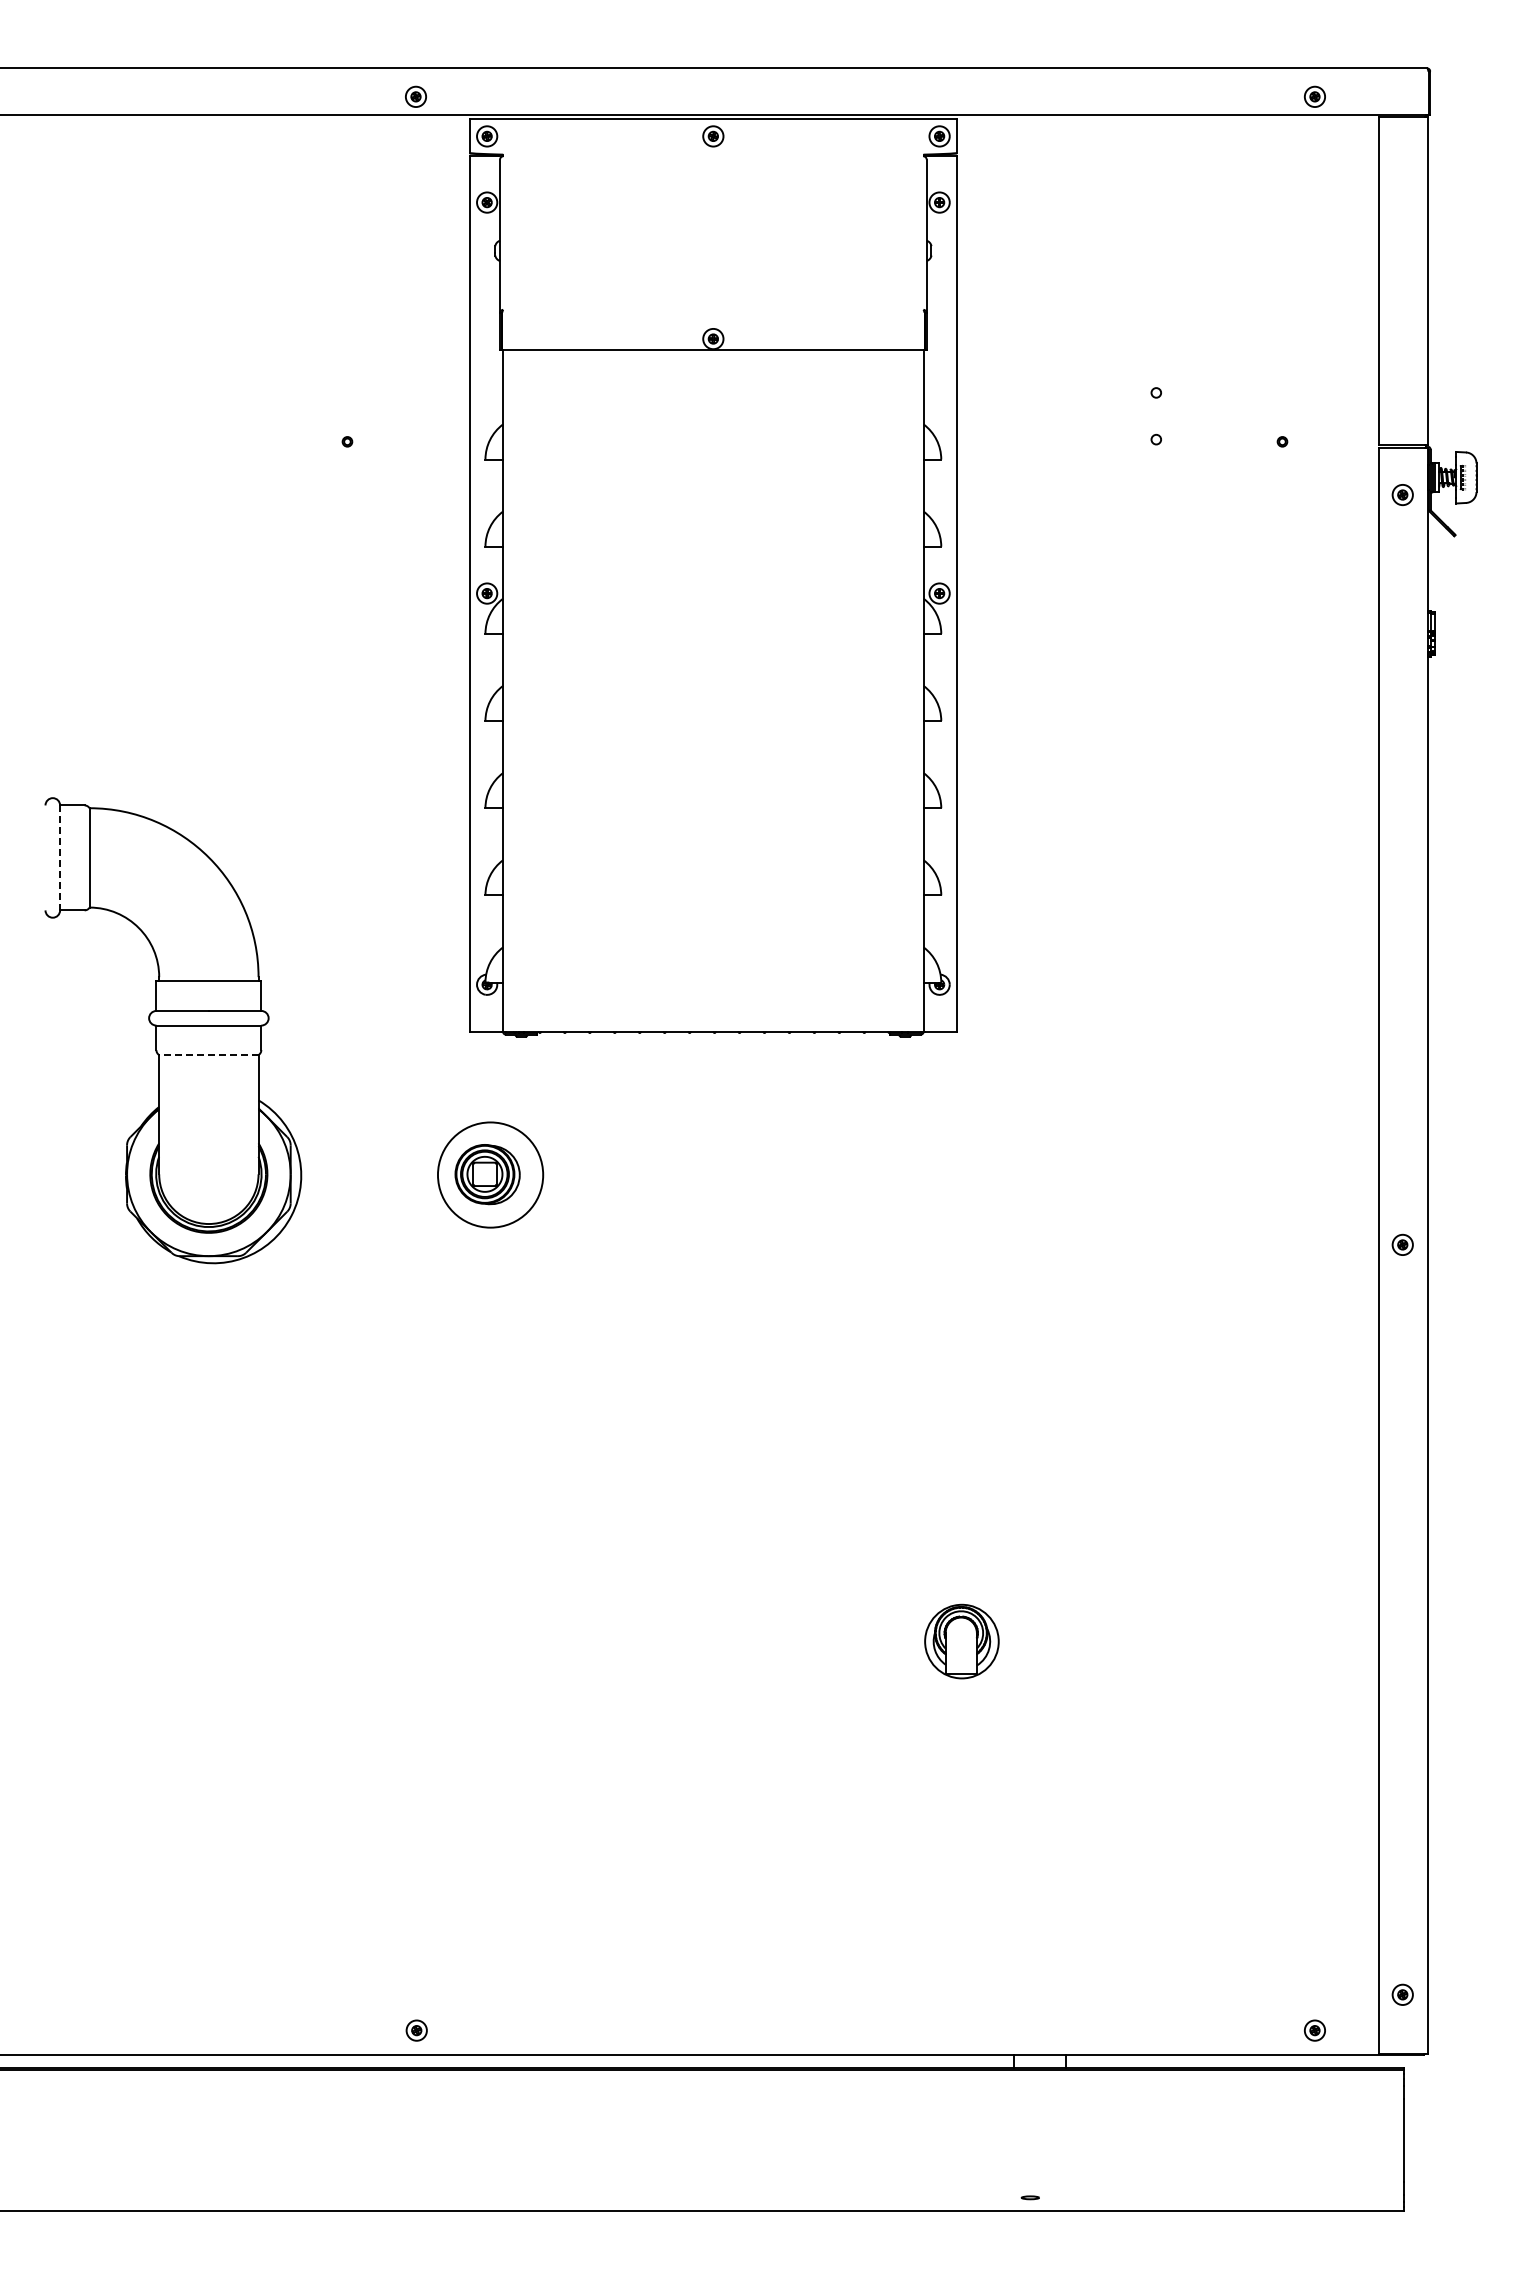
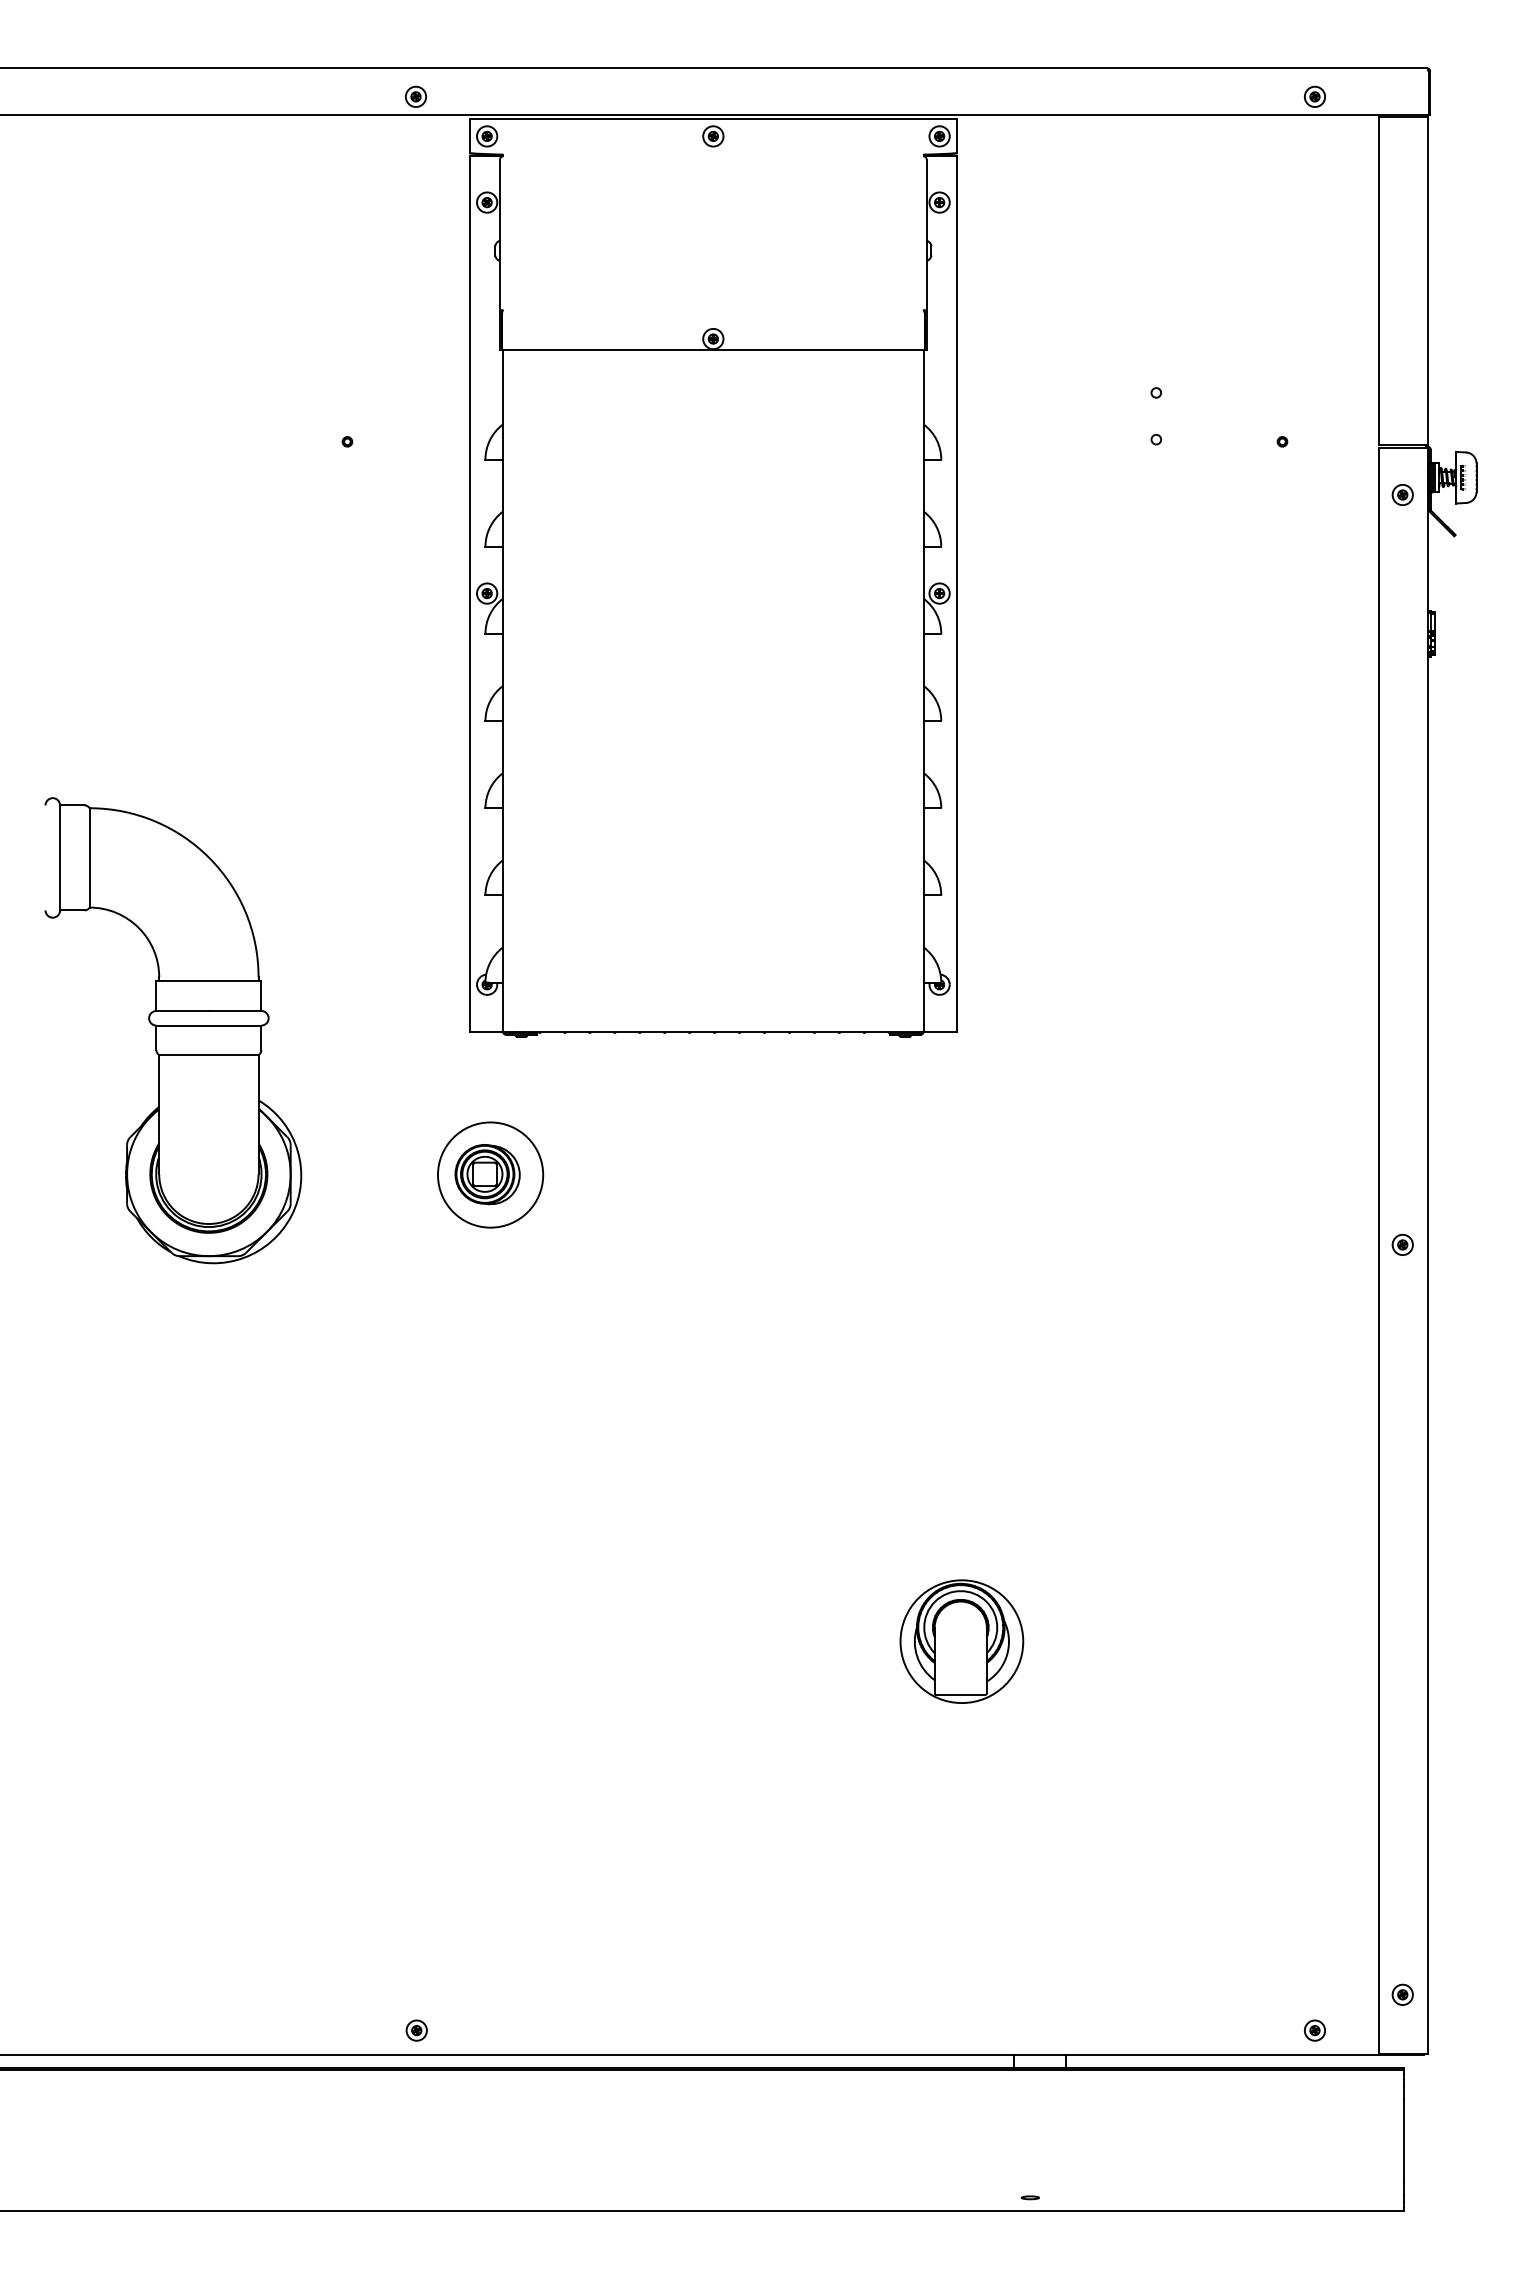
line at (60, 858): dashed -> solid
line at (208, 1055): dashed -> solid
part at (961, 1641) size: 76x77 px -> 126x125 px
